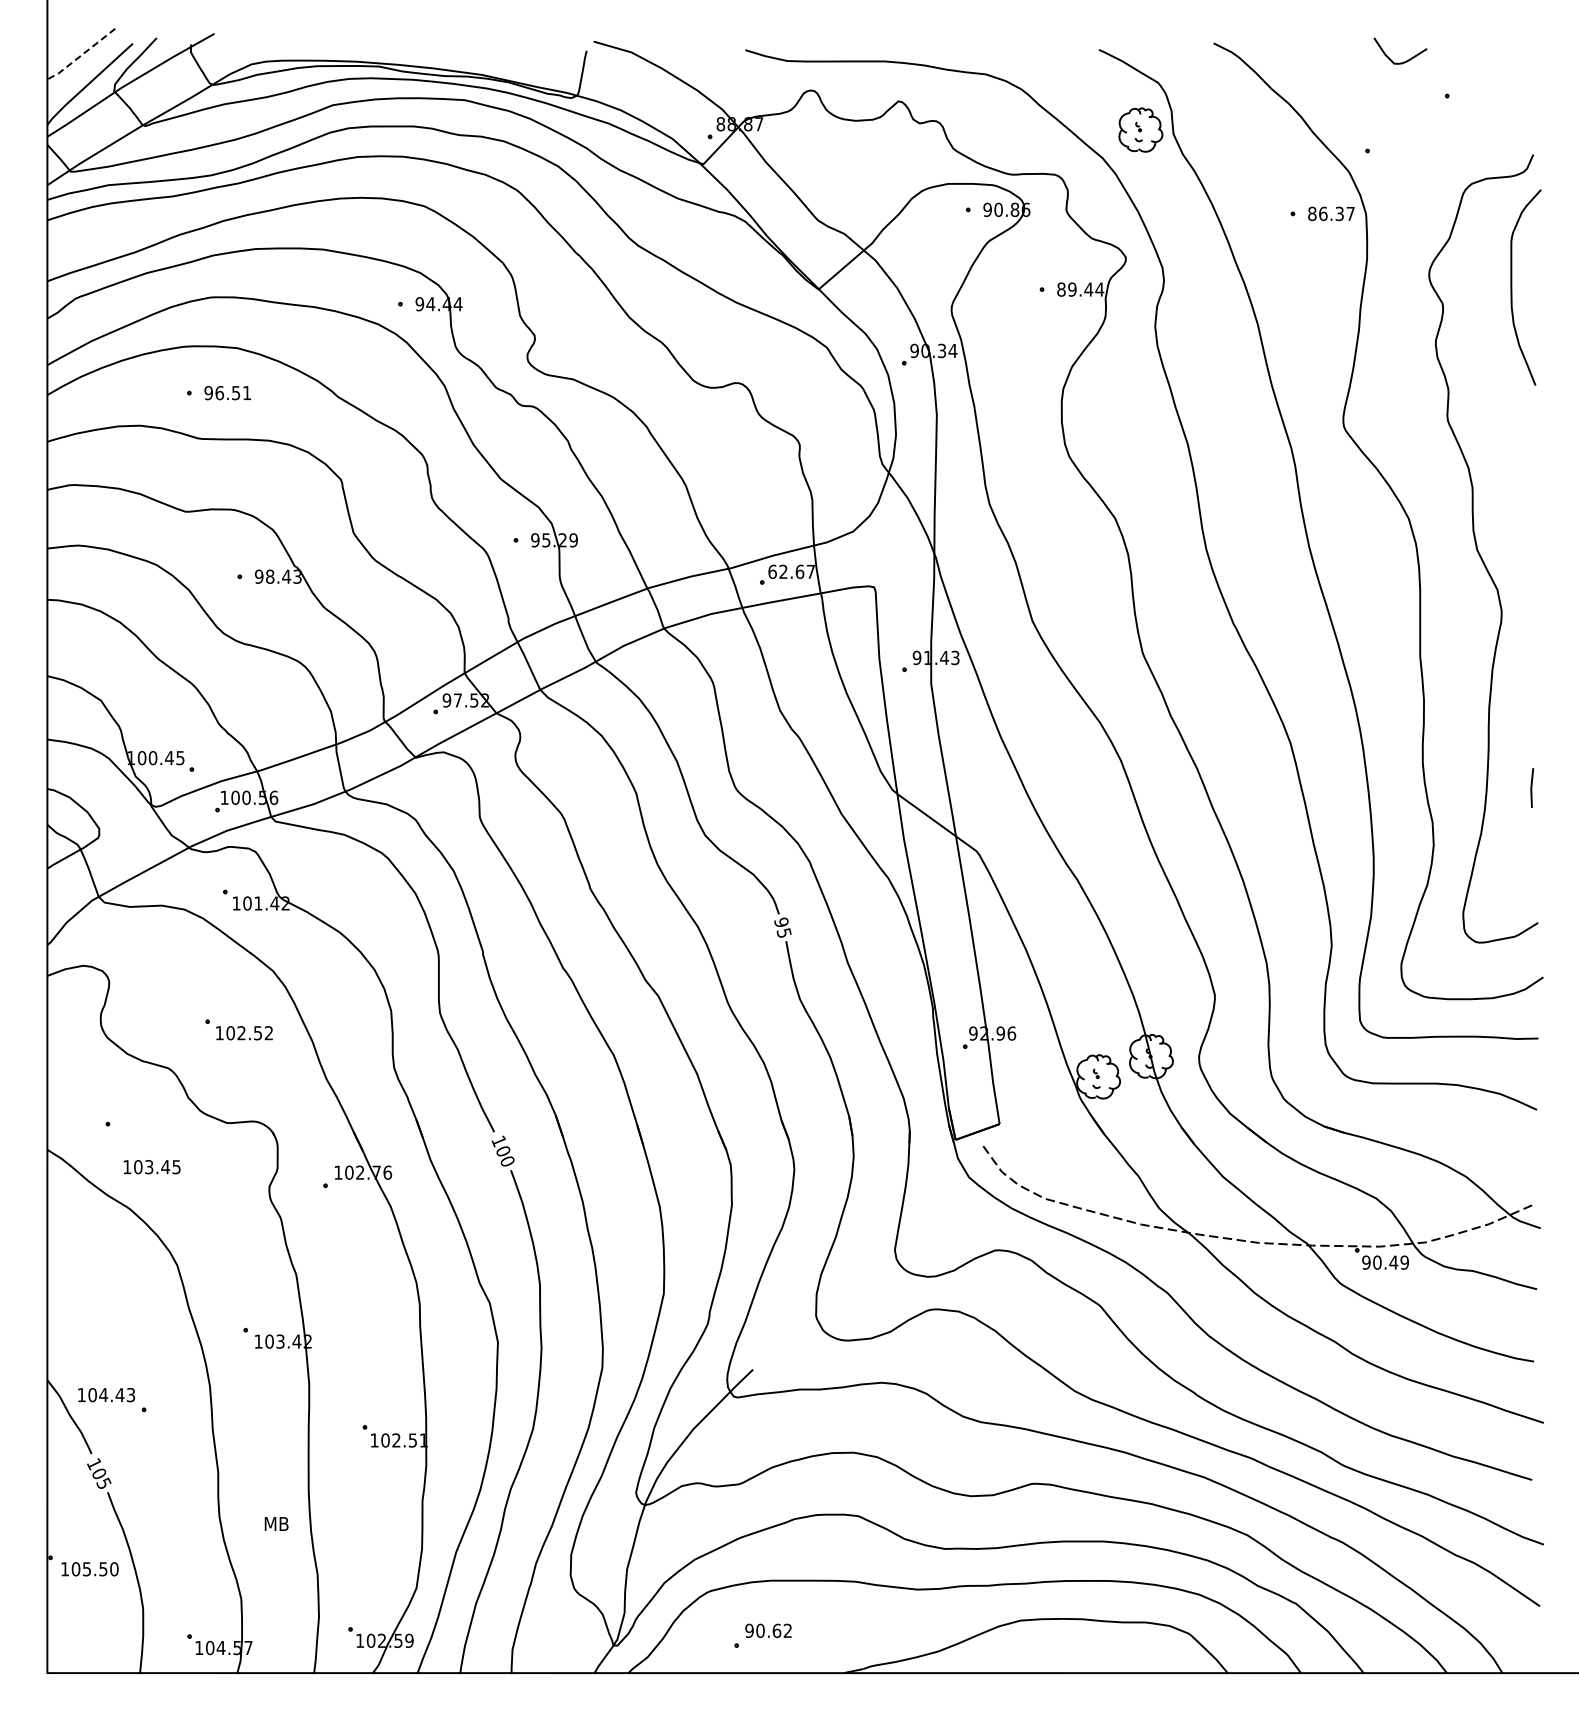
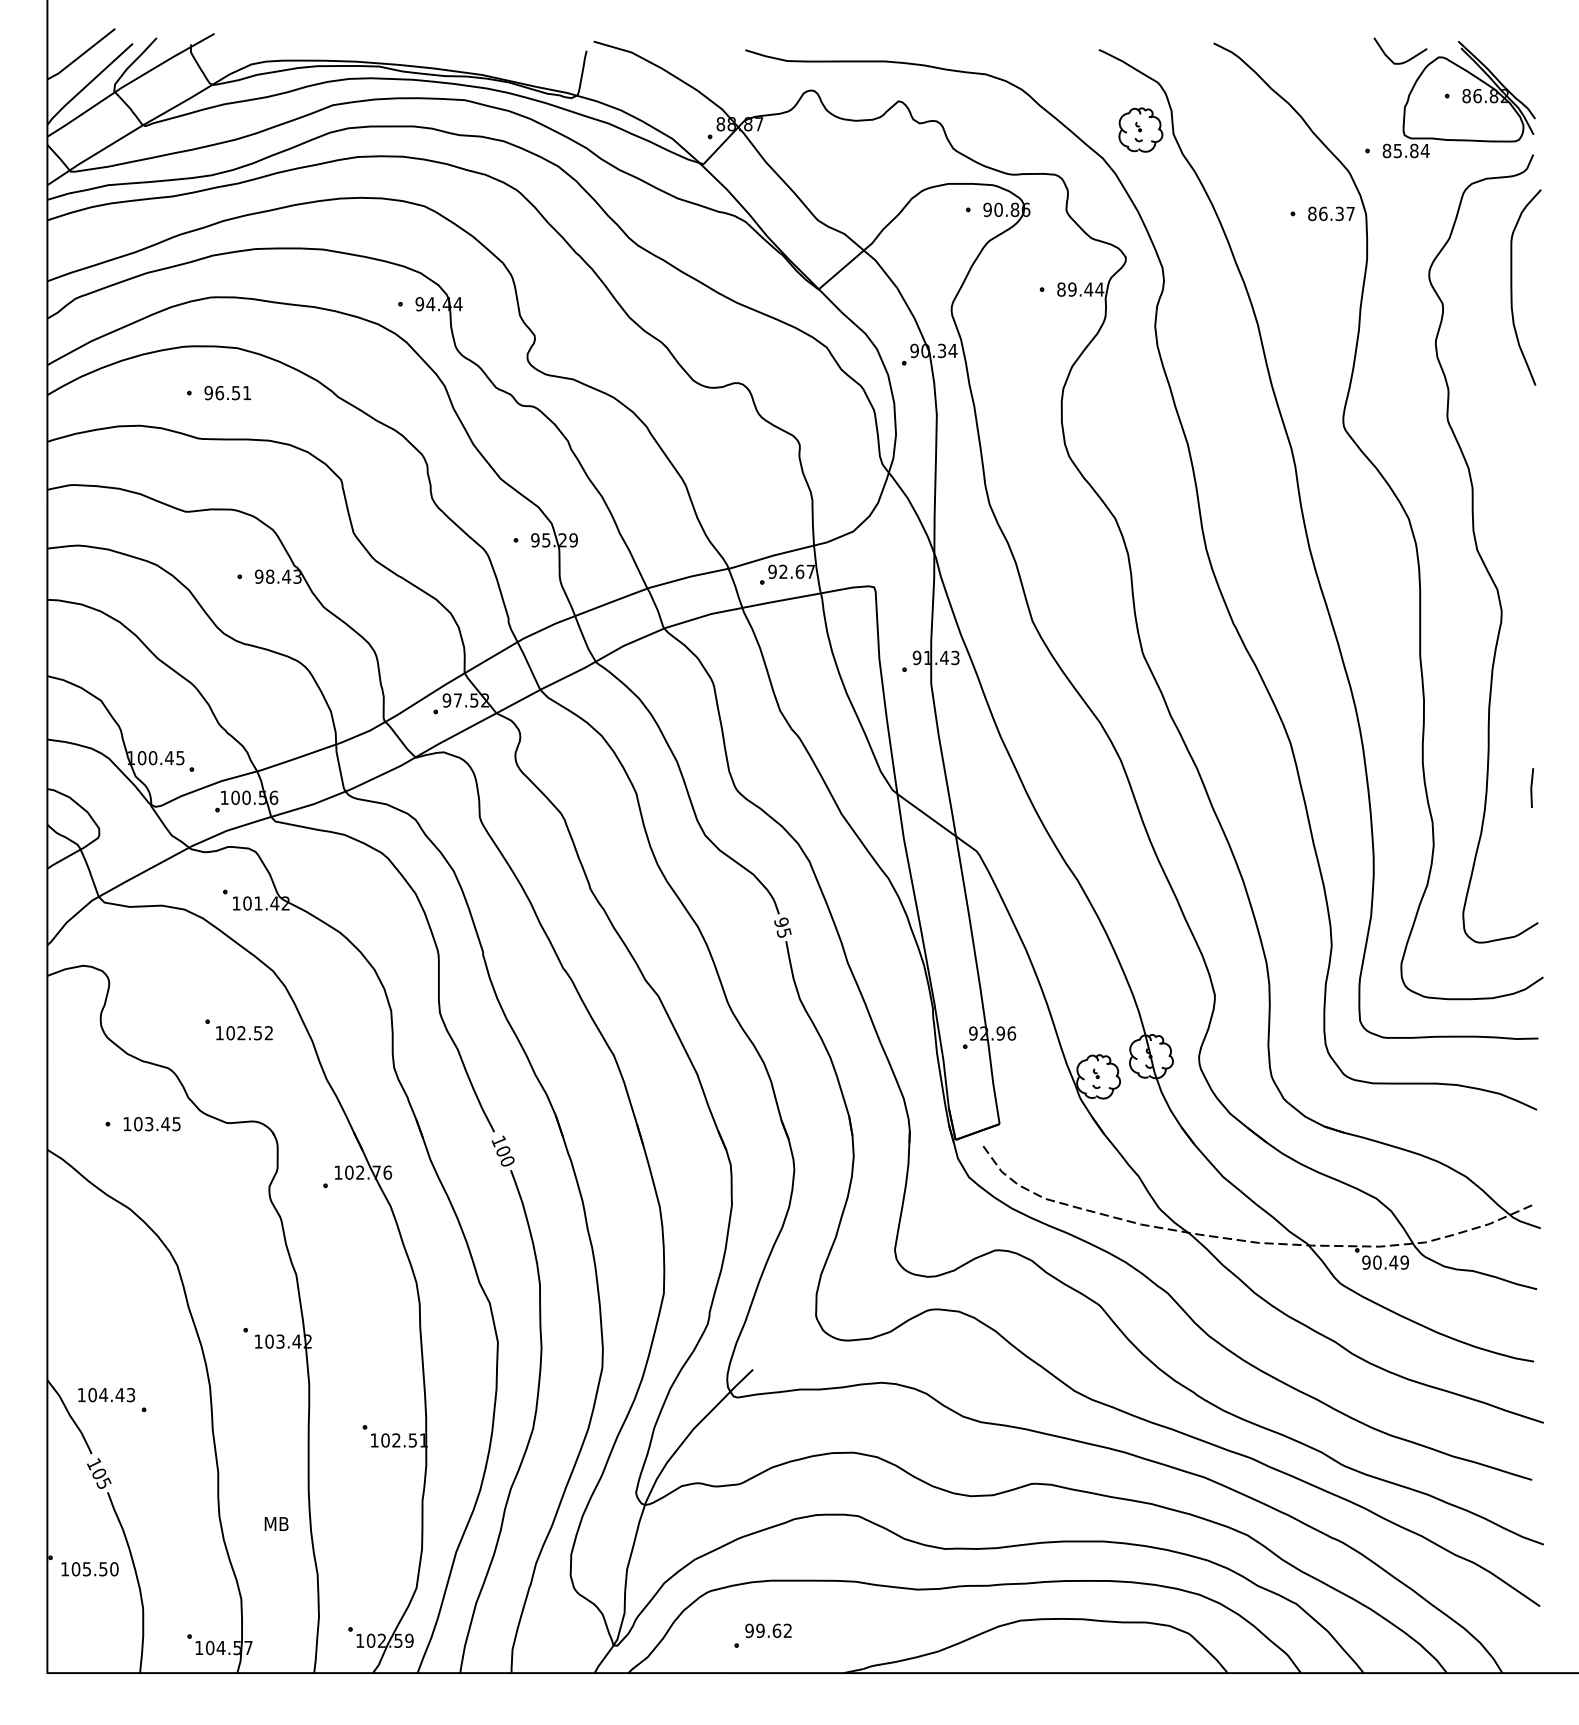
line at (81, 55): dashed -> solid
part at (1458, 99): none -> present
text at (772, 571): 62.67 -> 92.67
text at (151, 1167) position: (151, 1167) -> (151, 1124)
text at (760, 1631): 90.62 -> 99.62
